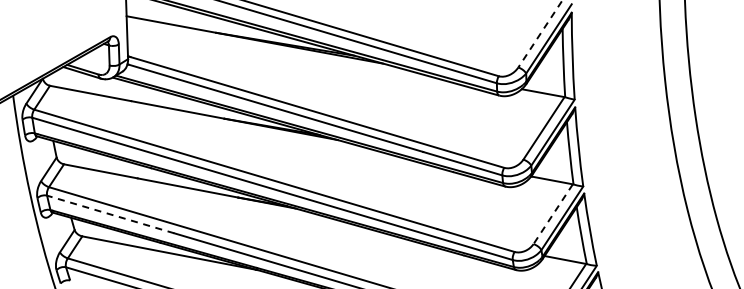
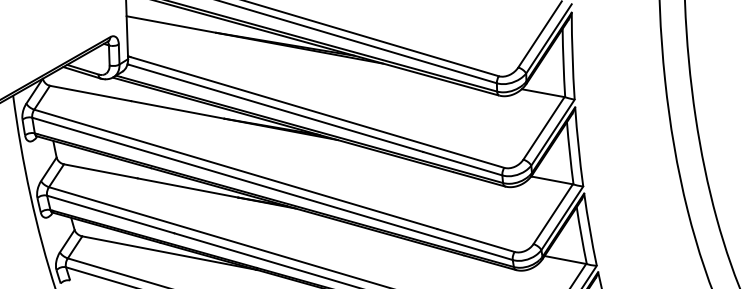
line at (540, 34): dashed -> solid
line at (110, 214): dashed -> solid
line at (553, 214): dashed -> solid
